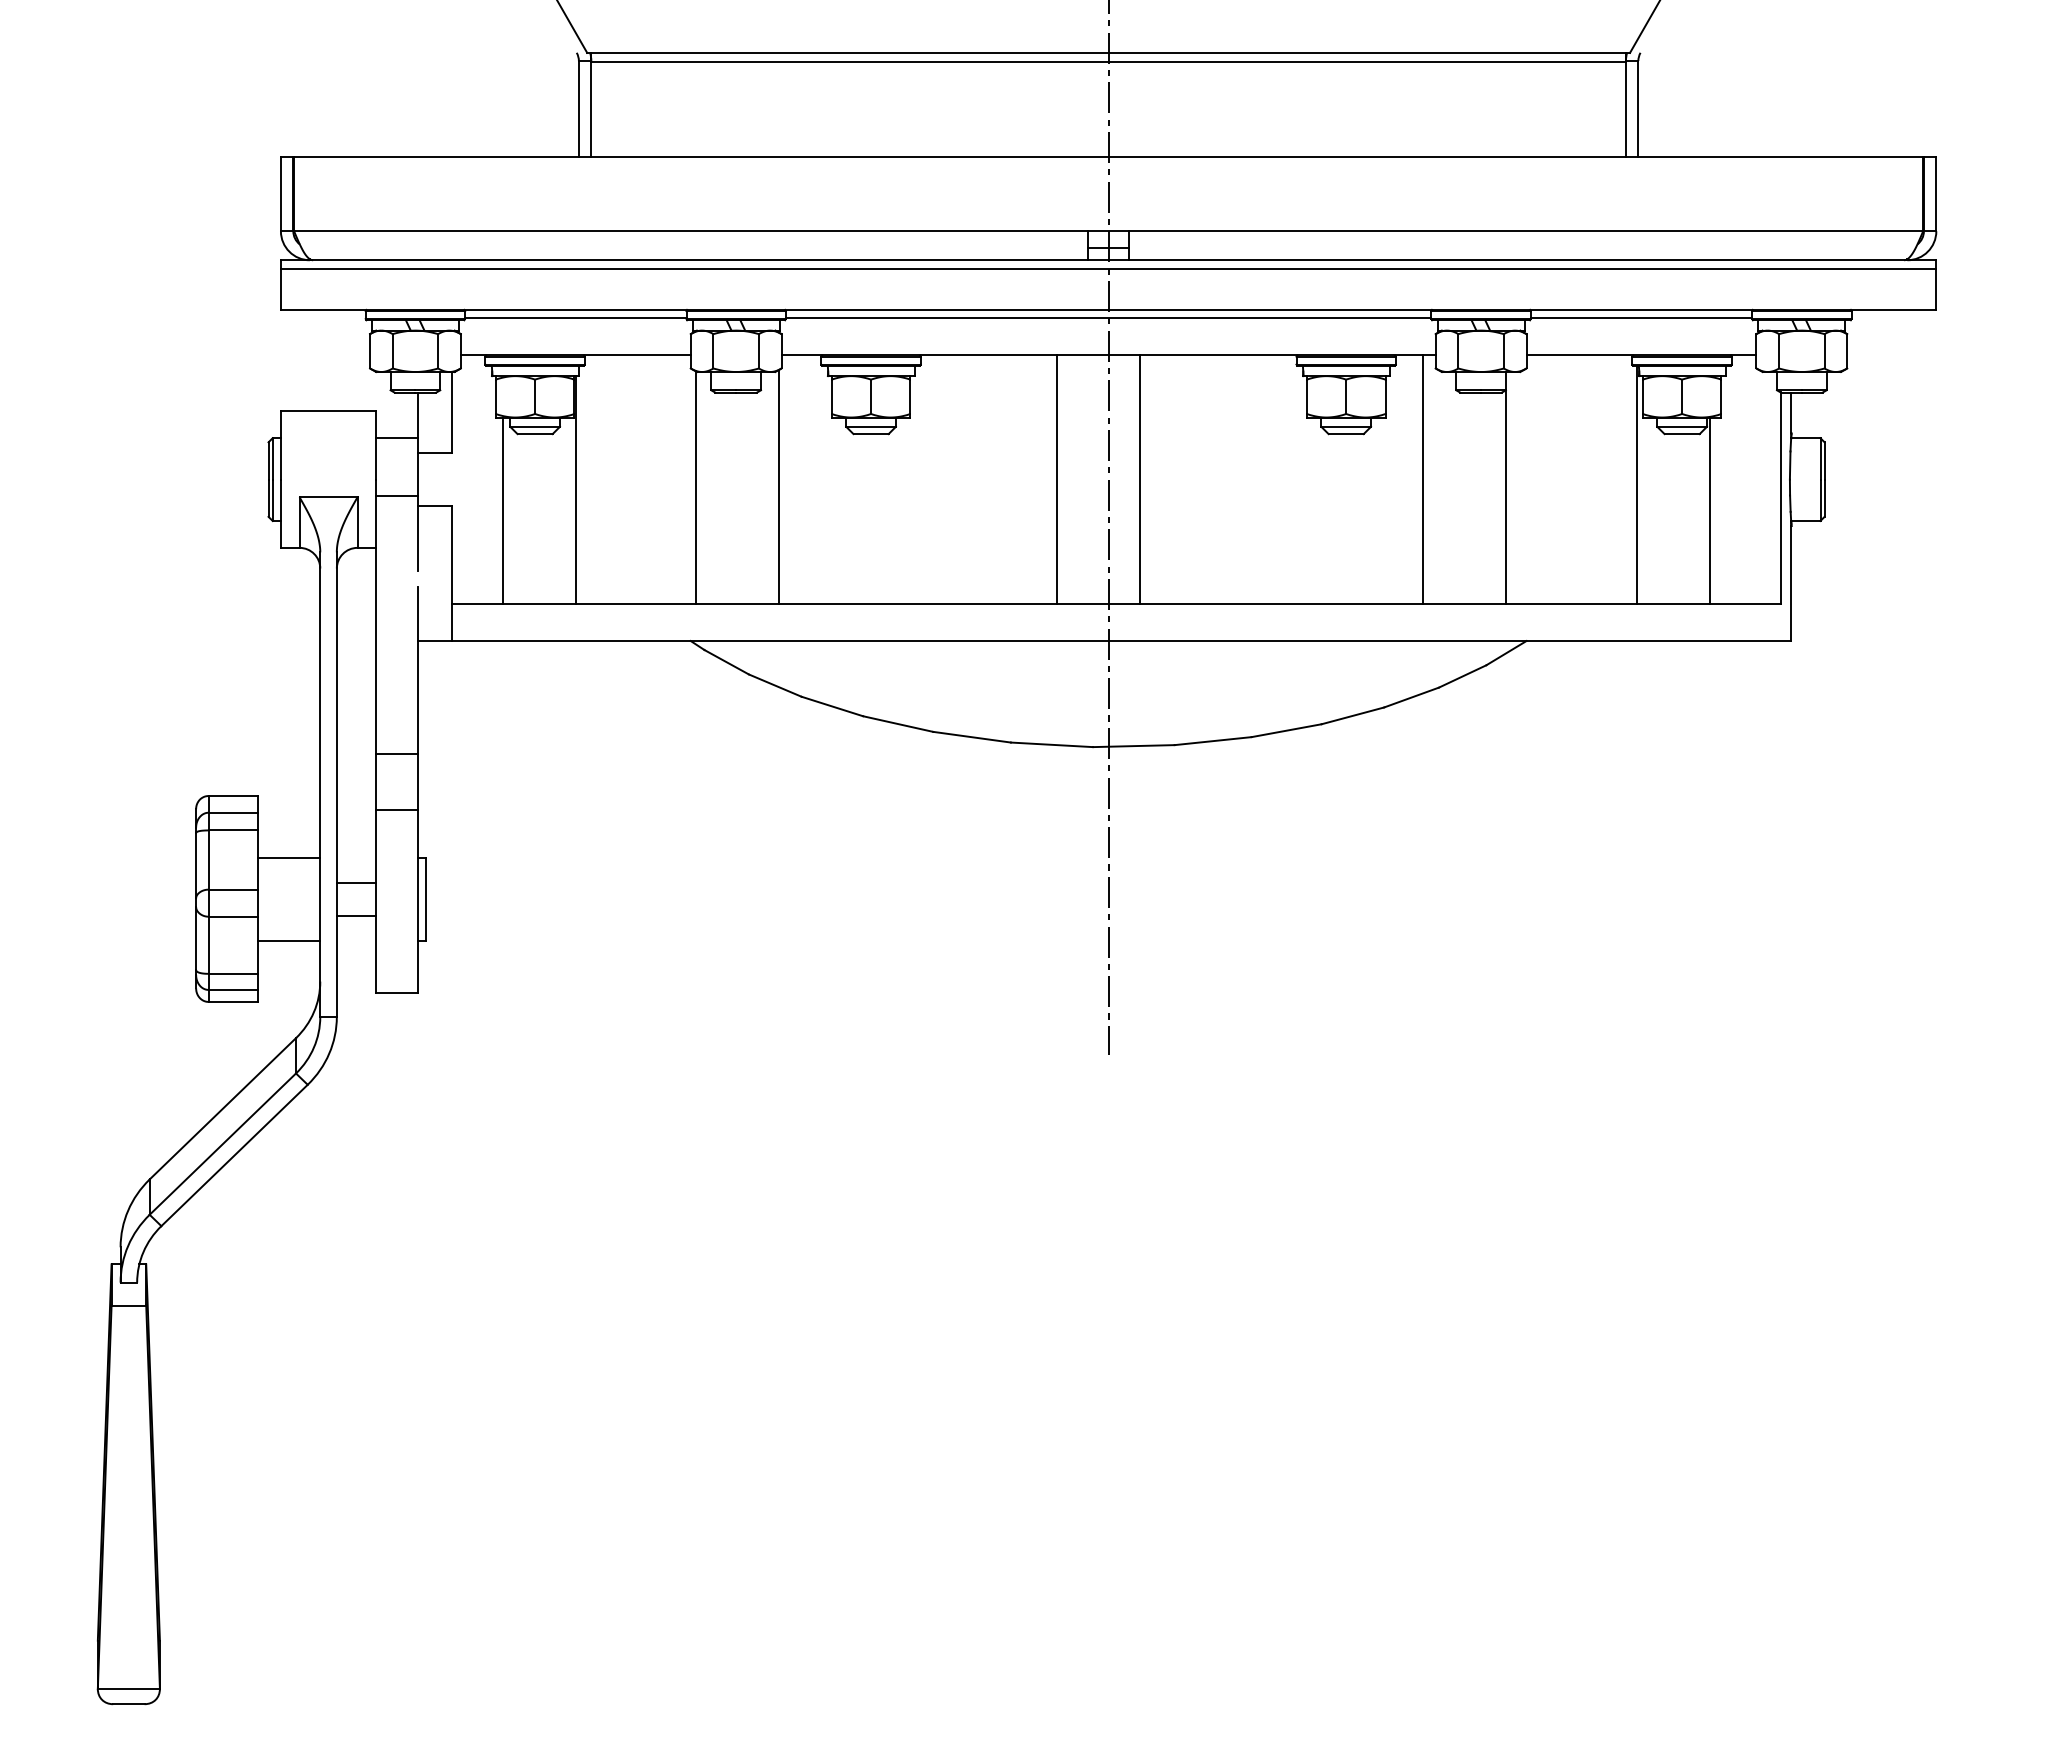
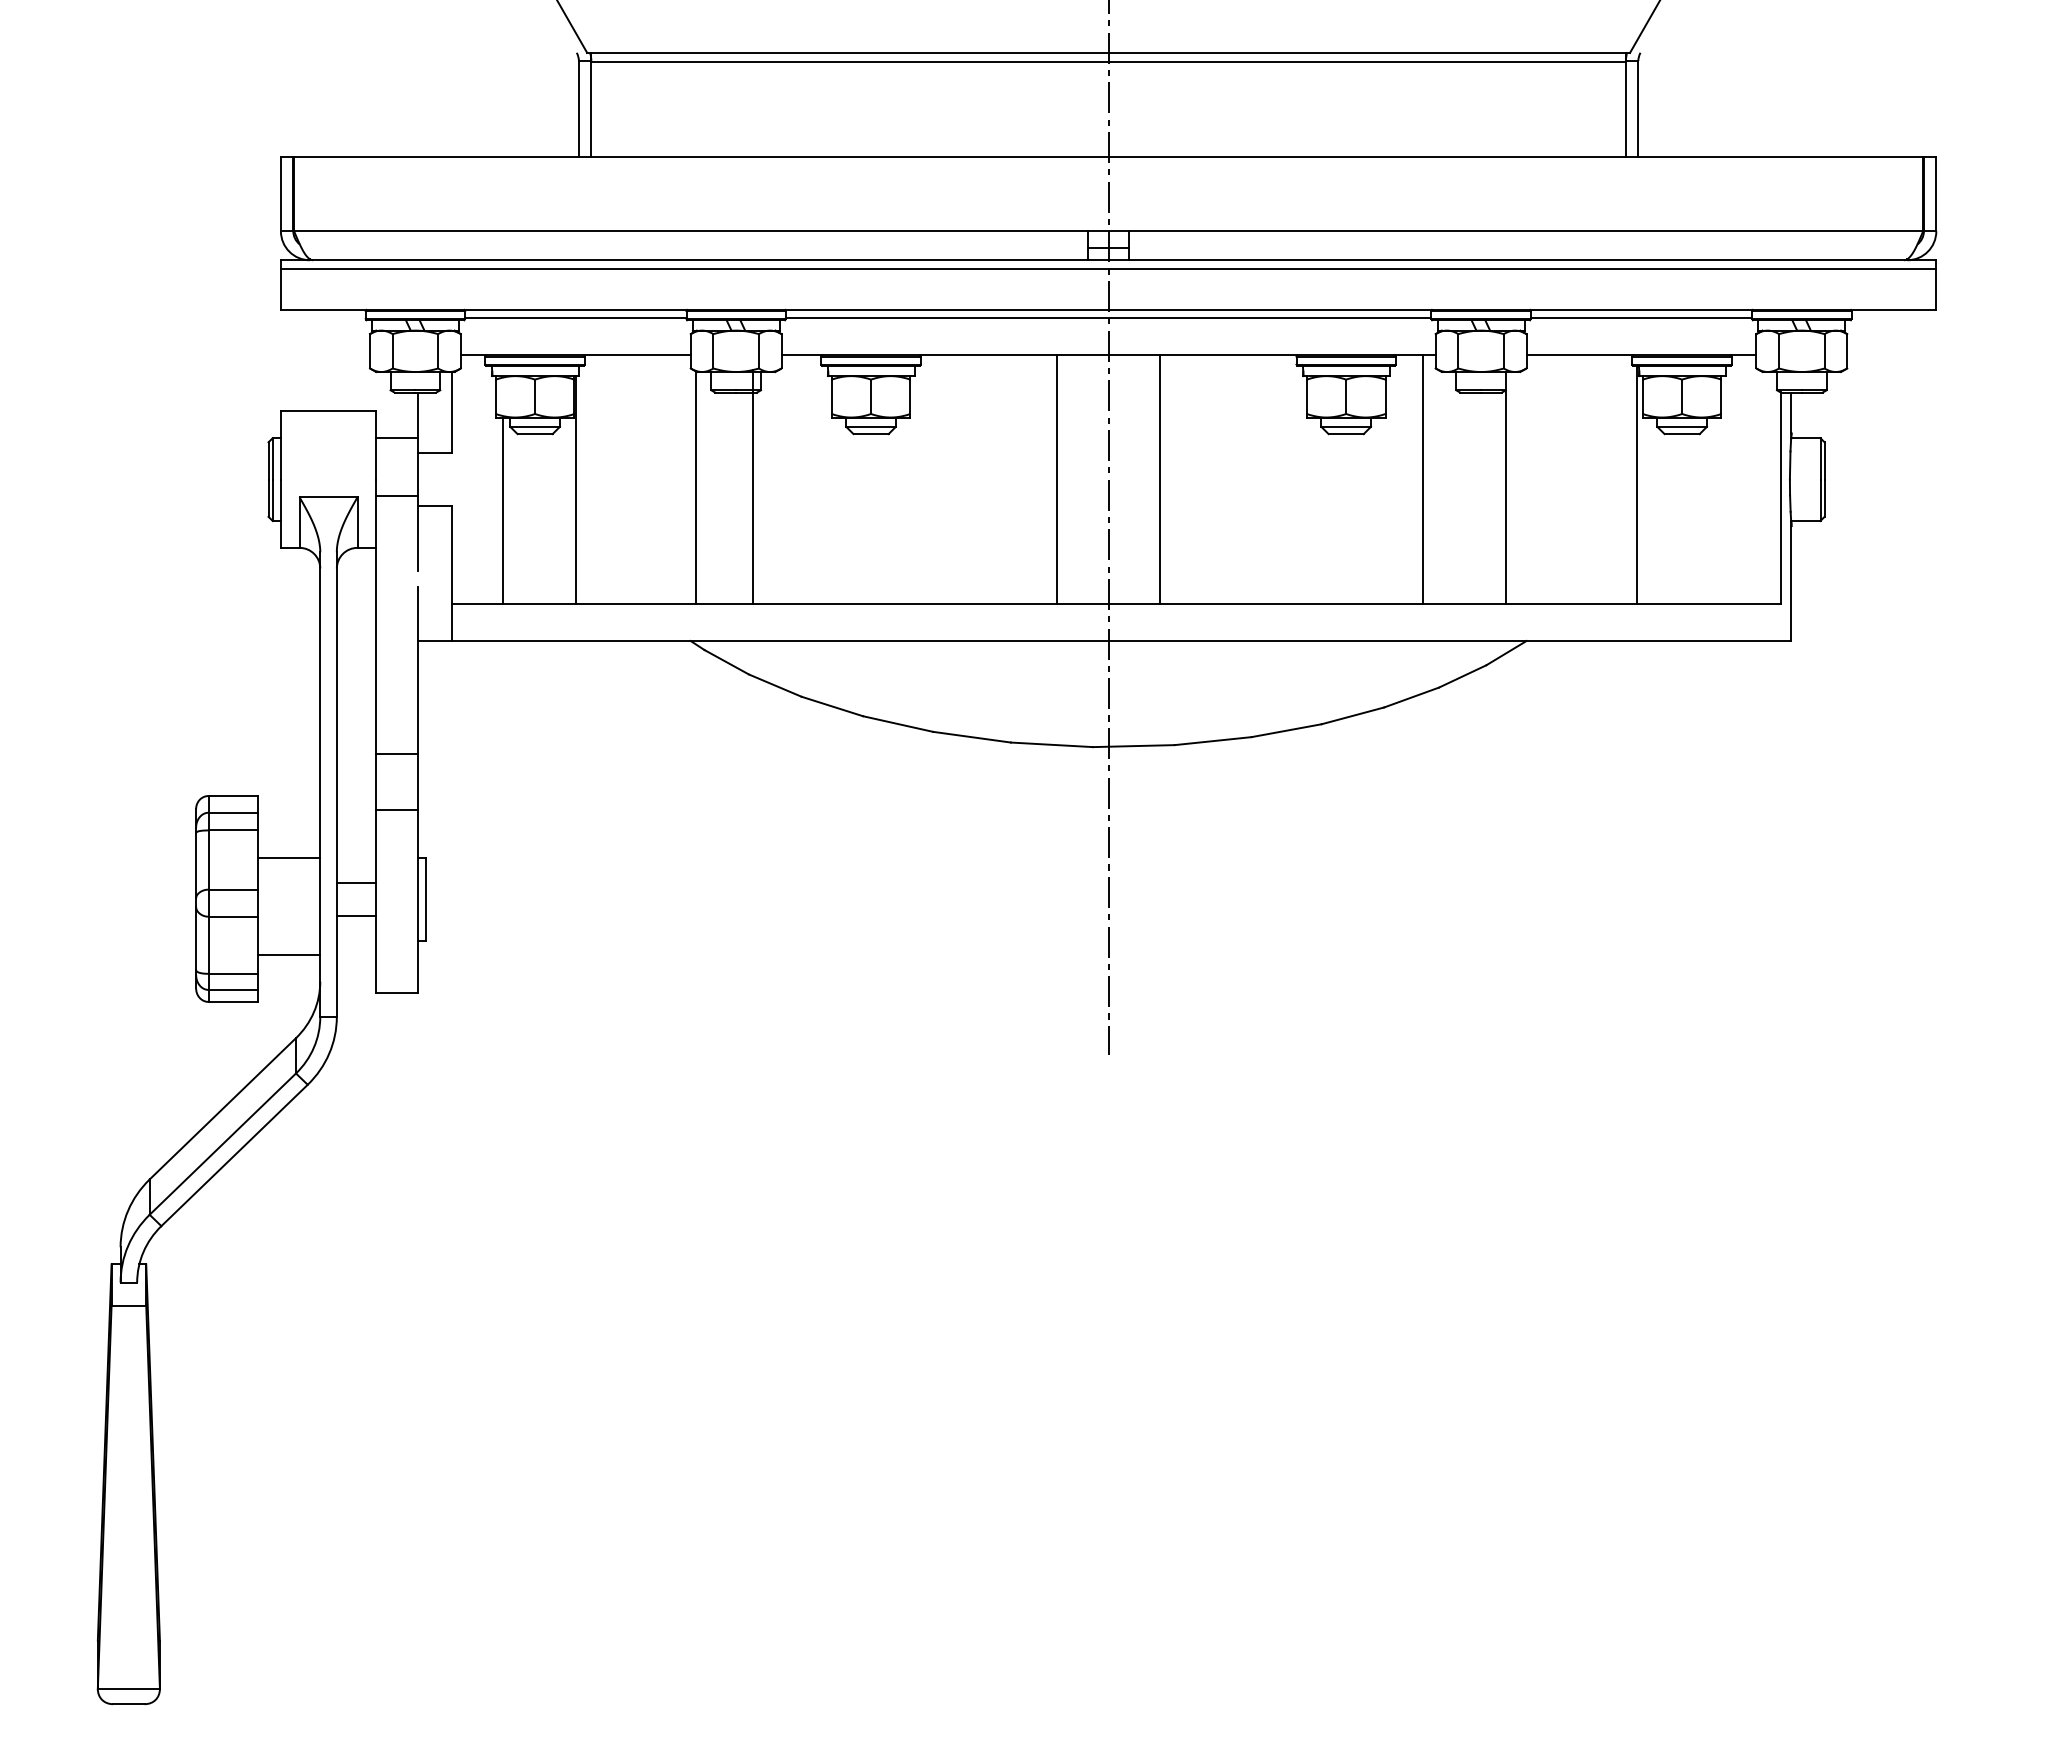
line at (1140, 479) position: (1140, 479) -> (1160, 479)
line at (778, 486) position: (778, 486) -> (752, 486)
line at (1710, 510): present -> none
line at (289, 940) position: (289, 940) -> (289, 954)
